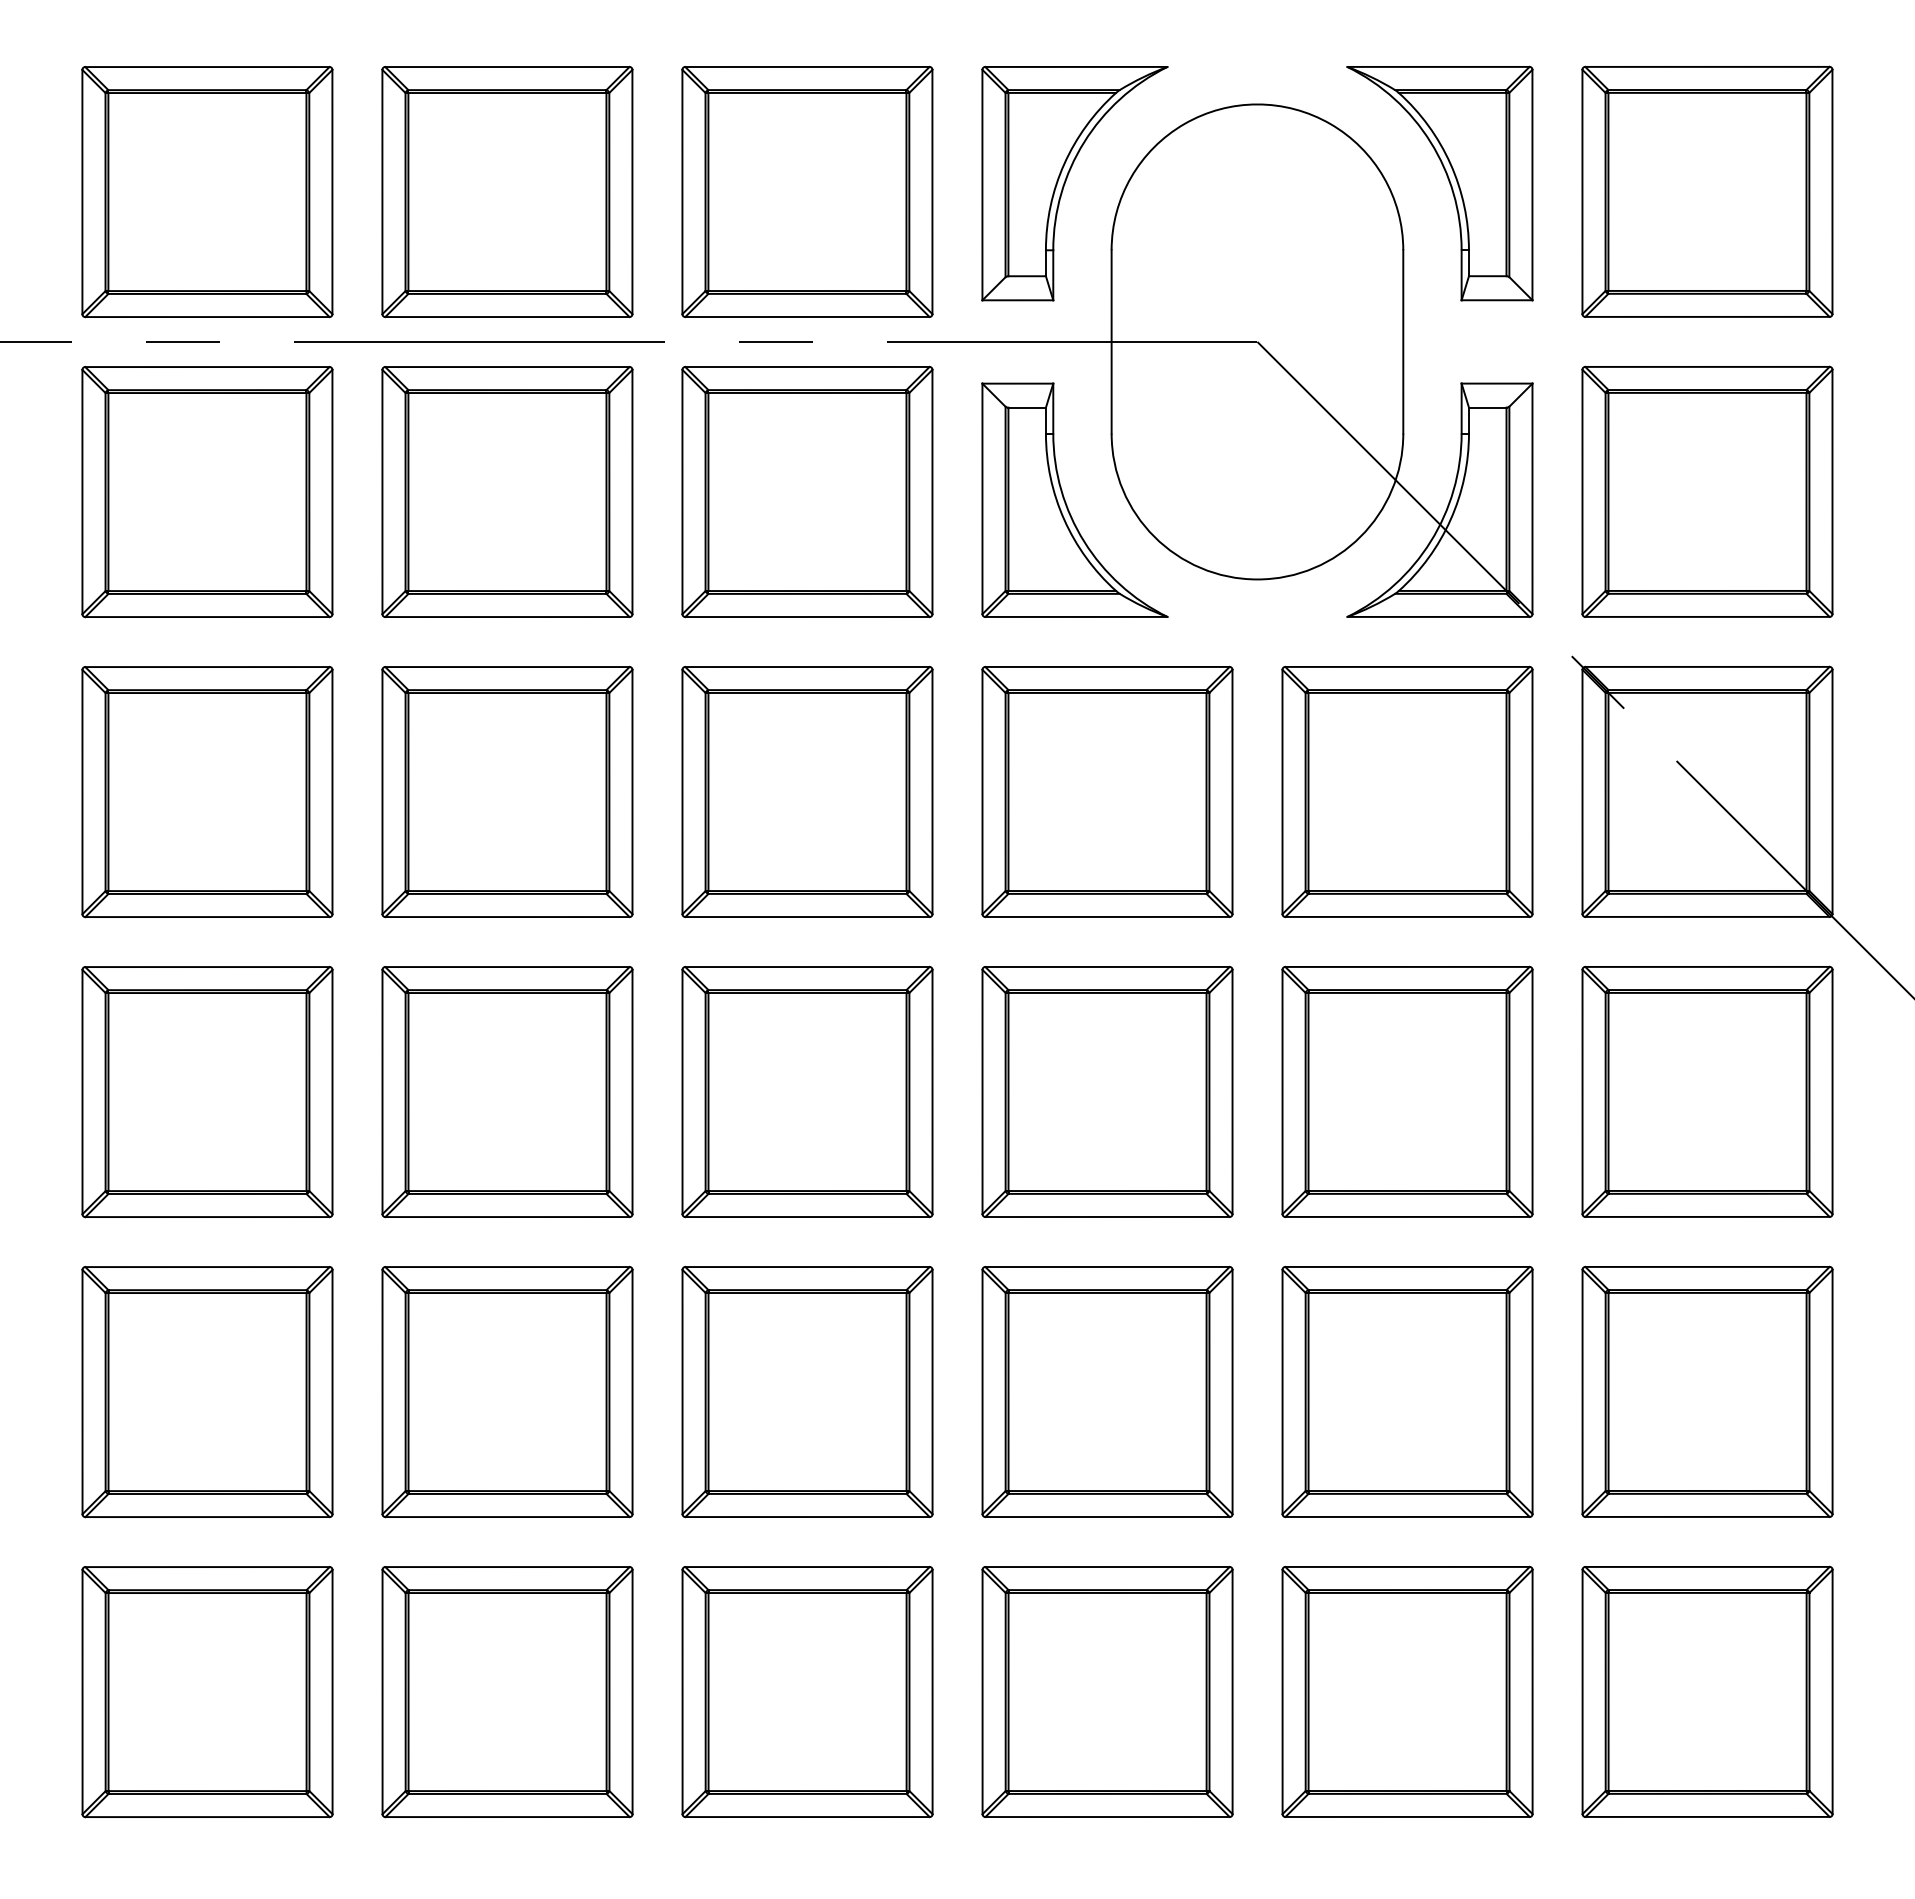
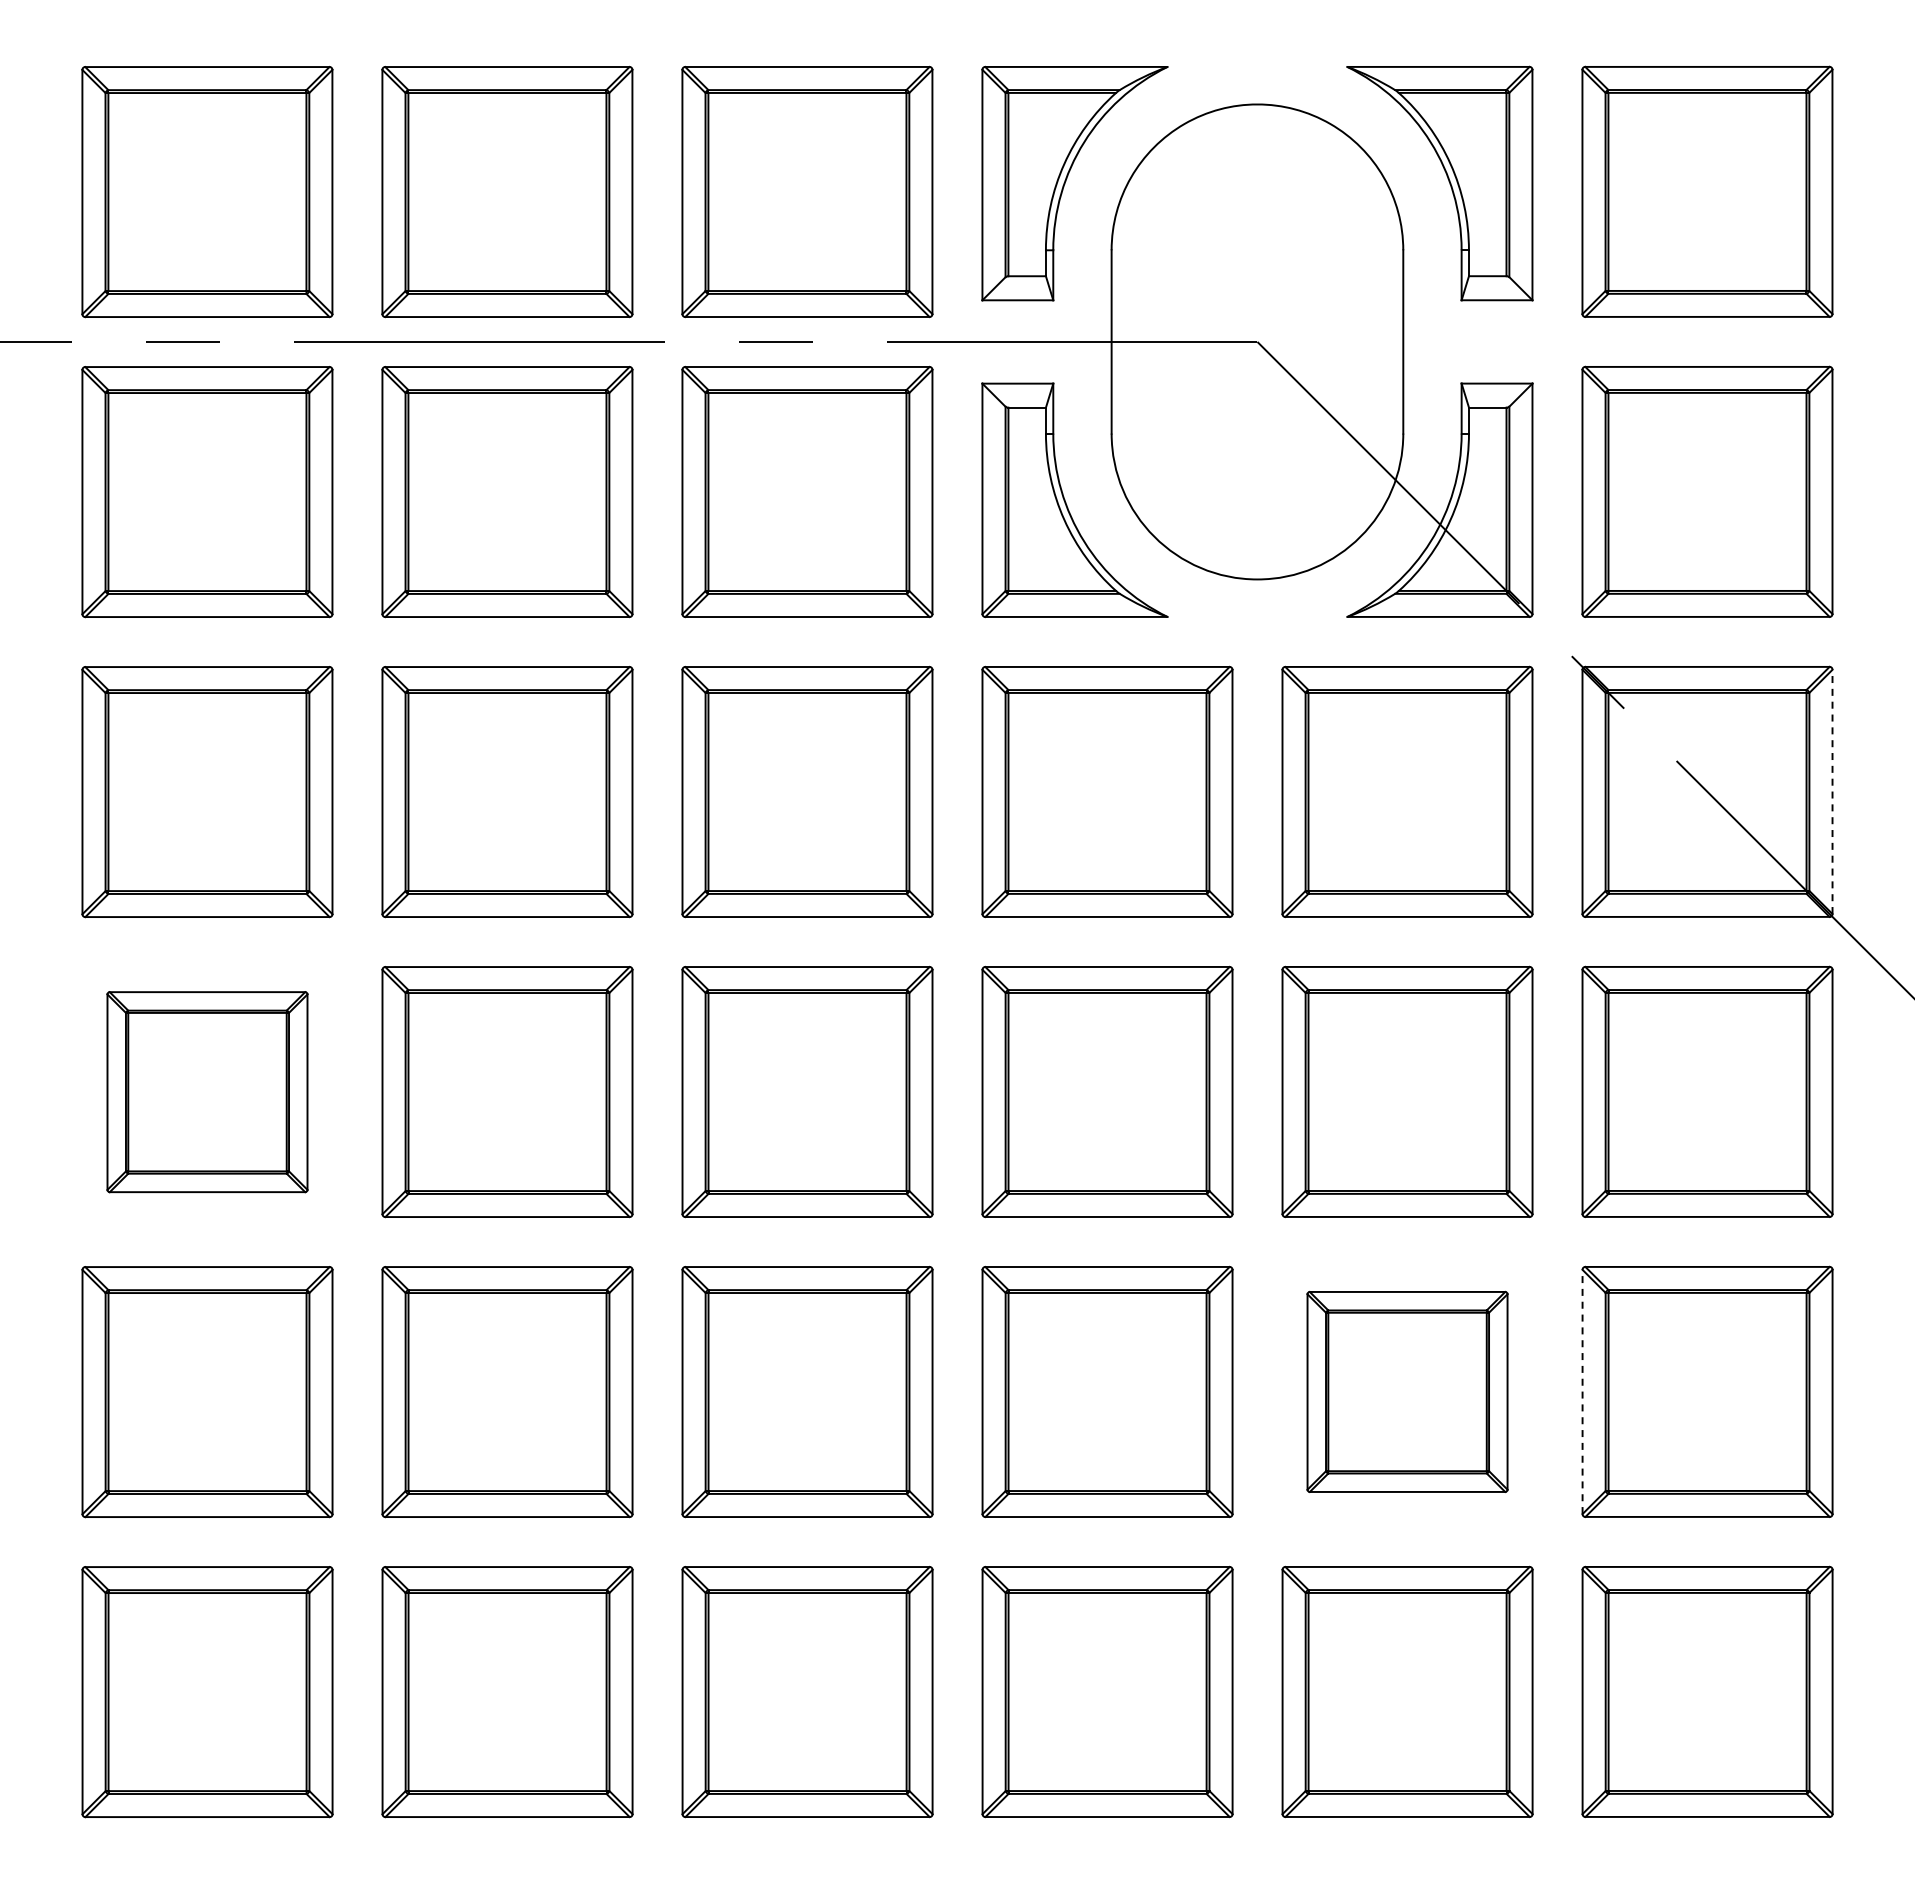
line at (1832, 791): solid -> dashed
part at (207, 1092) size: 253x253 px -> 203x203 px
part at (1407, 1391) size: 253x254 px -> 203x203 px
line at (1582, 1391): solid -> dashed
